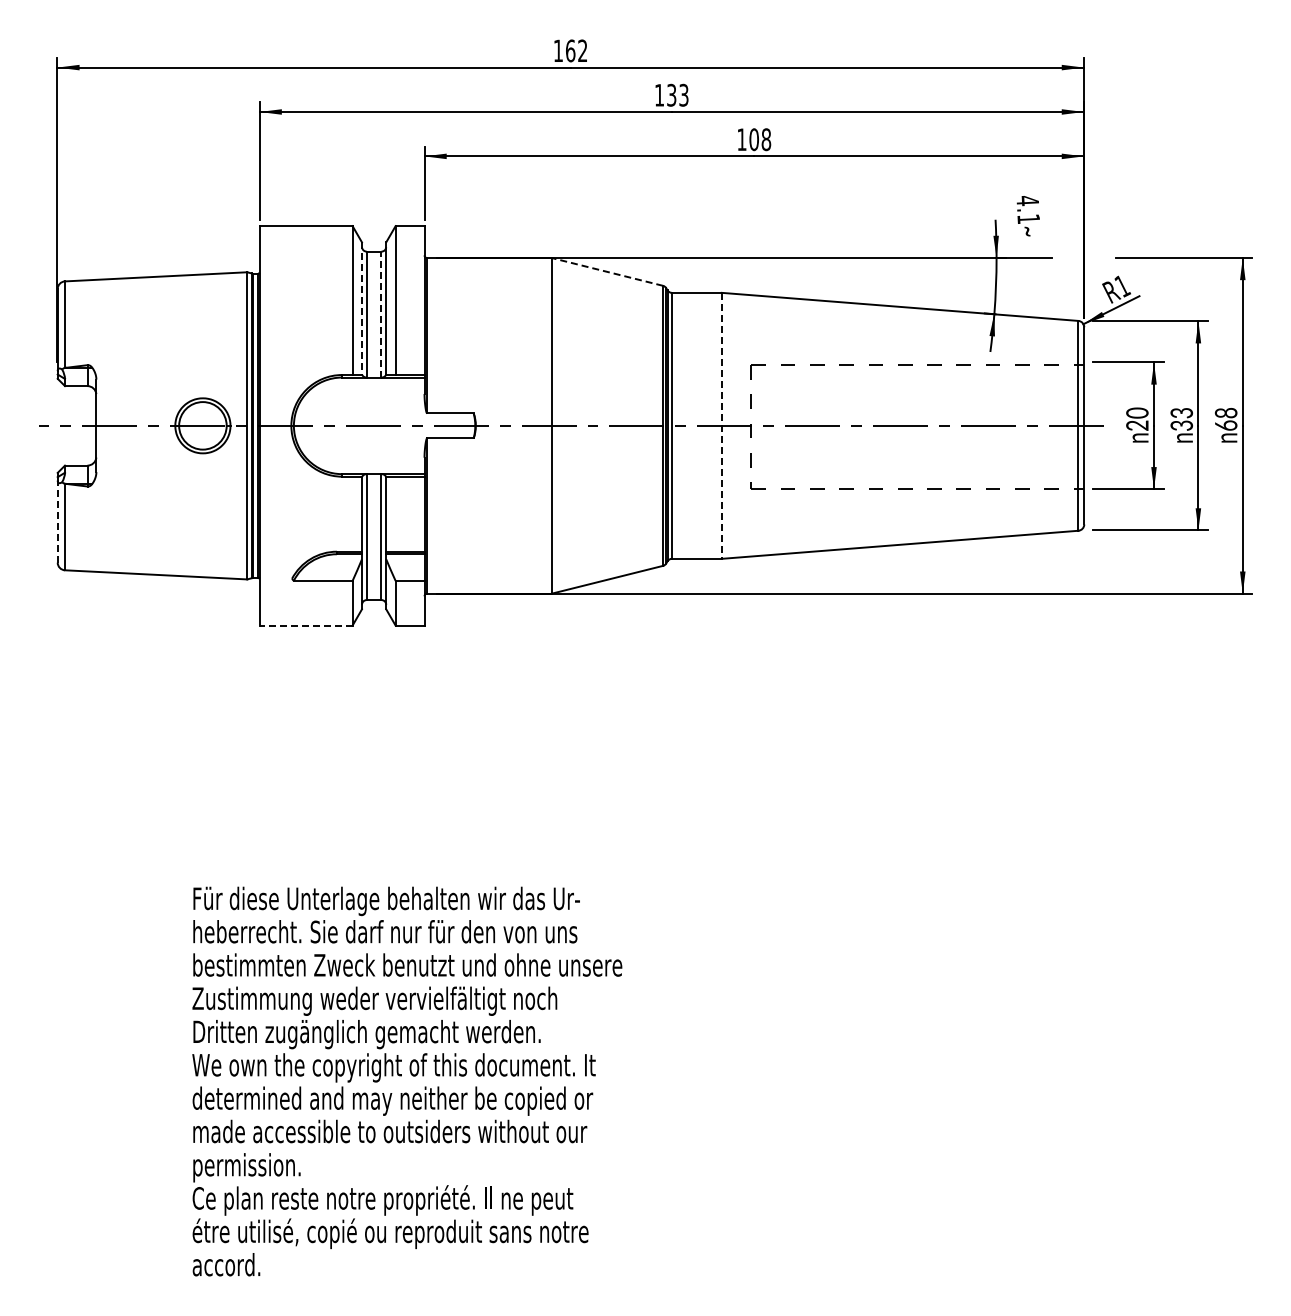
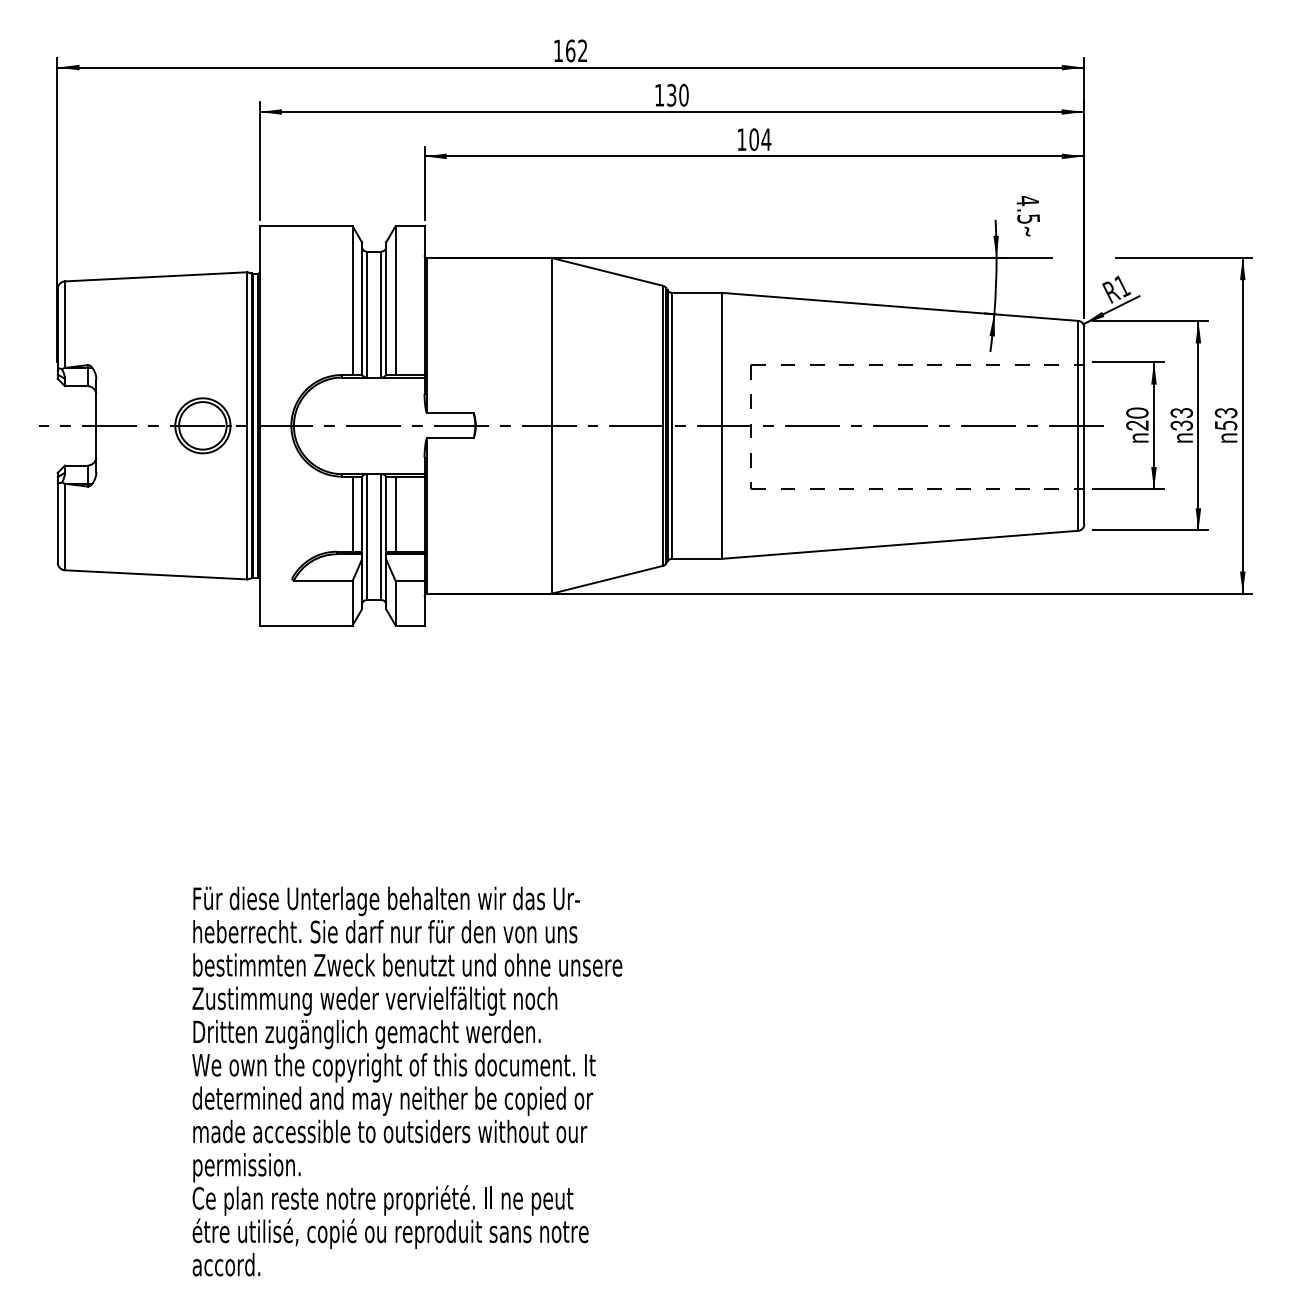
text at (683, 95): 133 -> 130
text at (766, 139): 108 -> 104
text at (1028, 218): 4.1 -> 4.5
line at (606, 271): dashed -> solid
line at (361, 309): dashed -> solid
line at (381, 314): dashed -> solid
text at (1226, 418): 68 -> 53
line at (721, 425): dashed -> solid
line at (352, 513): none -> present
line at (395, 513): none -> present
line at (57, 521): dashed -> solid
line at (305, 625): dashed -> solid
